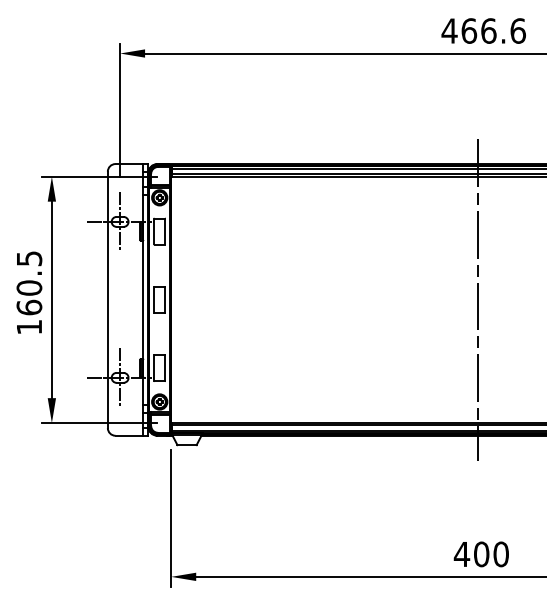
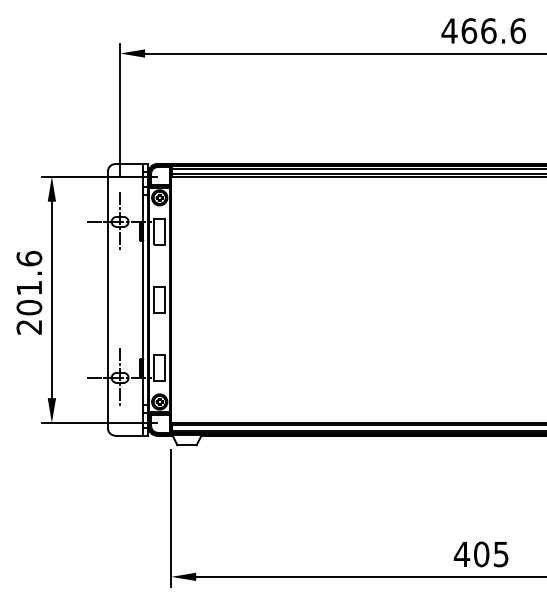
text at (29, 292): 160.5 -> 201.6
line at (478, 299): present -> none
text at (500, 554): 400 -> 405
